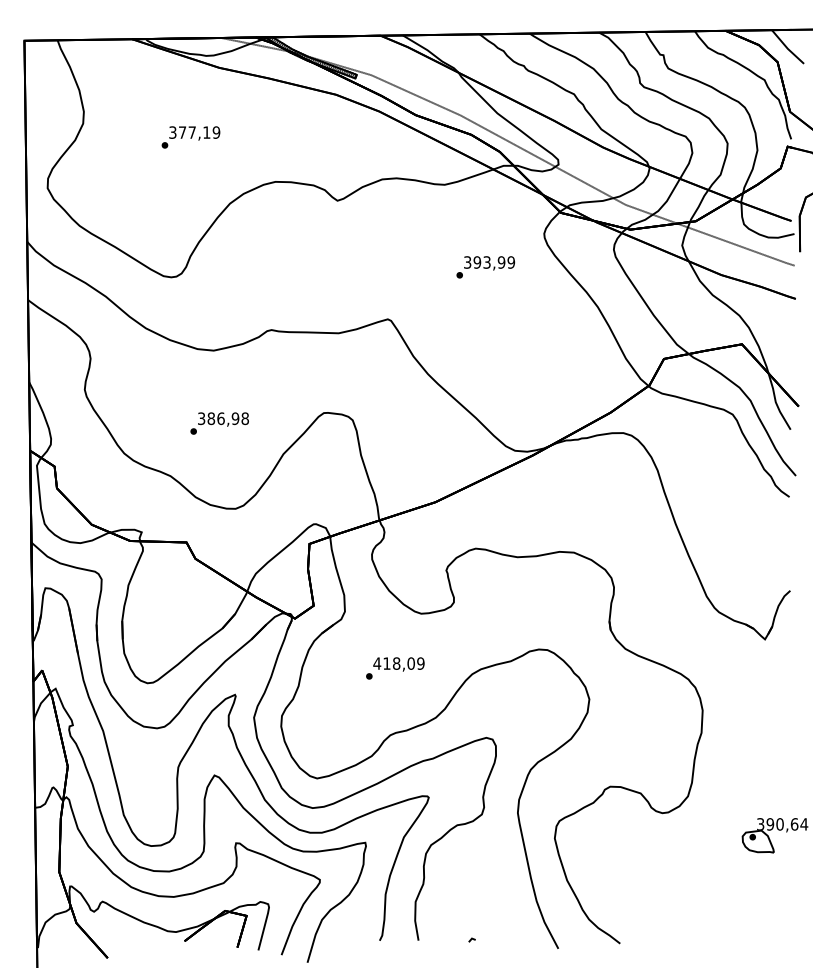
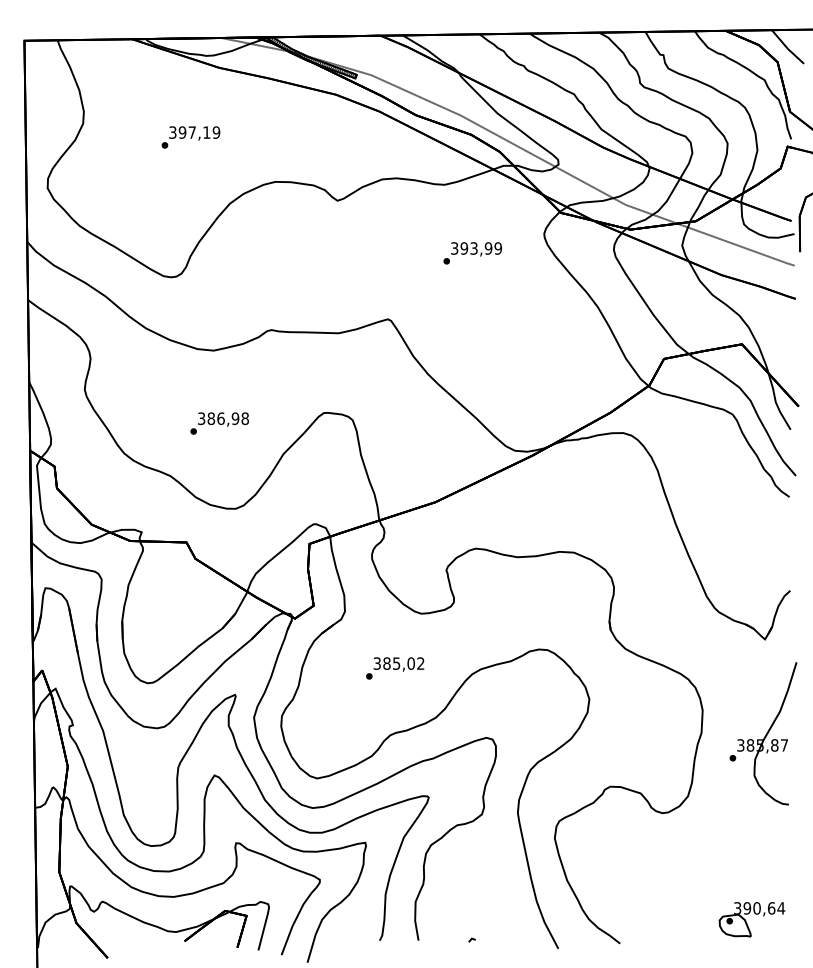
text at (182, 132): 377,19 -> 397,19
text at (485, 267) position: (485, 267) -> (472, 253)
text at (398, 663): 418,09 -> 385,02
part at (763, 733): none -> present
part at (774, 835) position: (774, 835) -> (751, 919)
